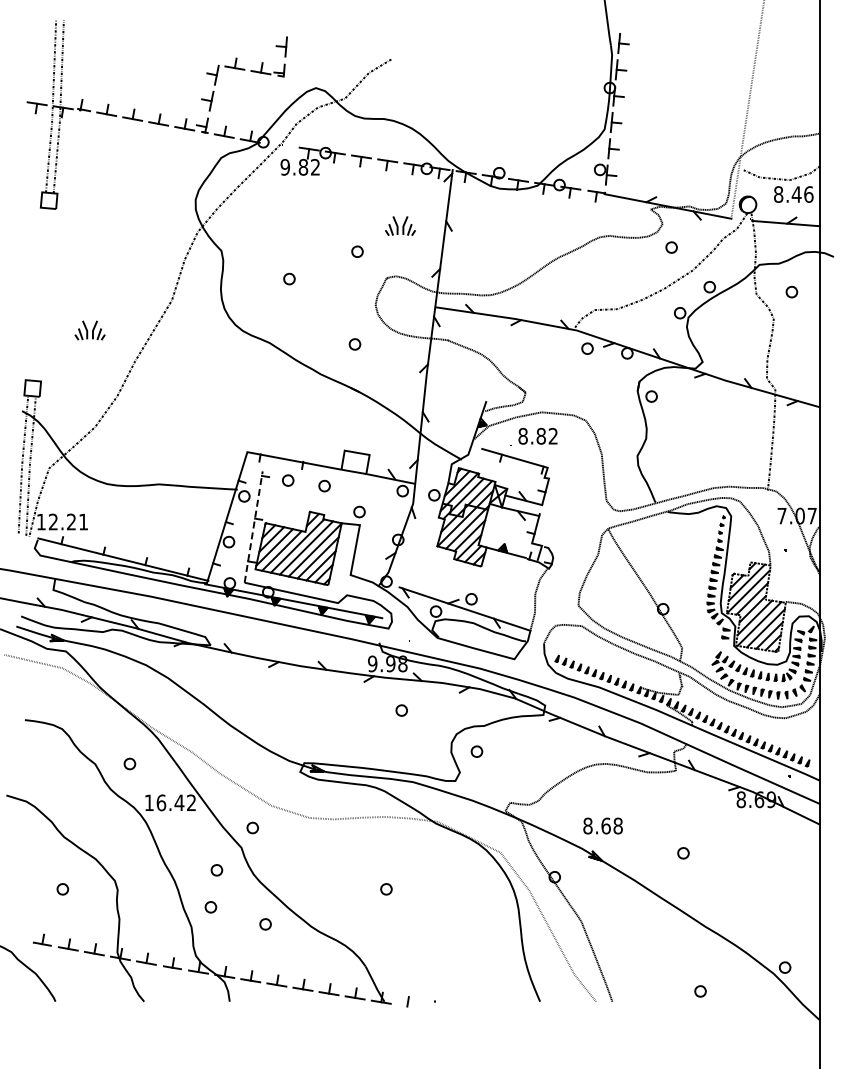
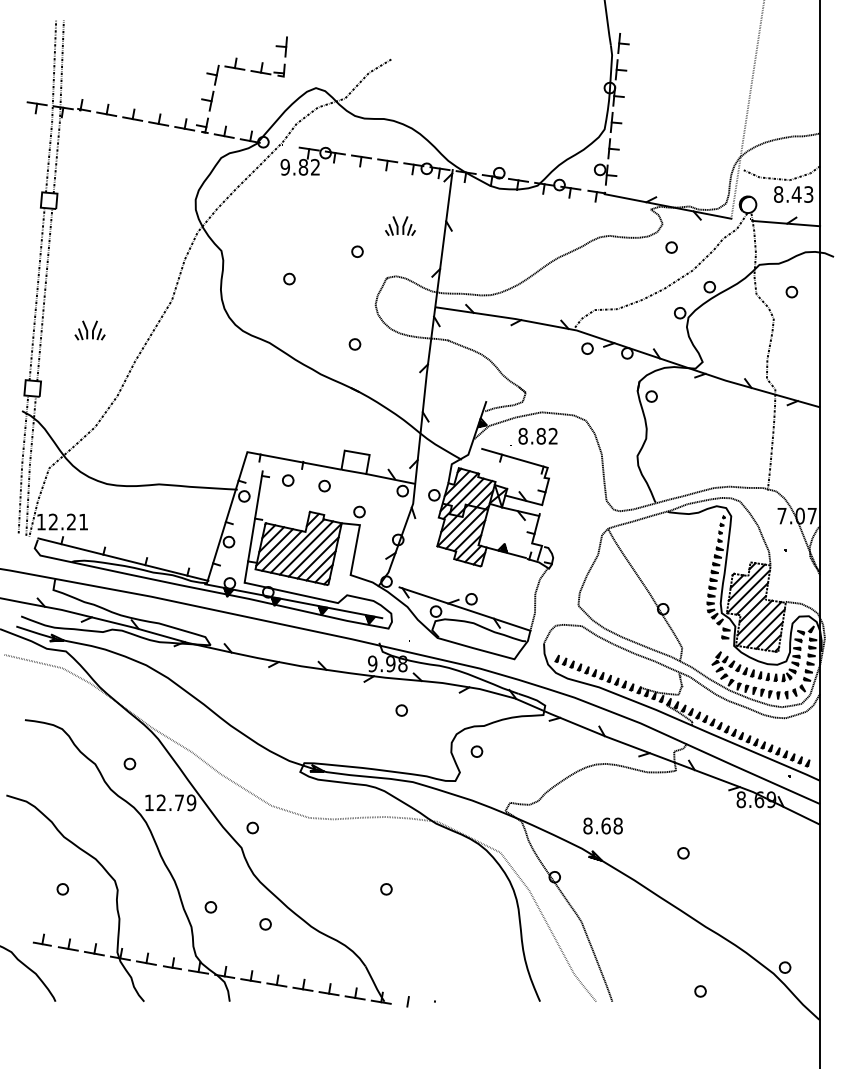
text at (808, 194): 8.46 -> 8.43
line at (36, 294): none -> present
line at (44, 294): none -> present
line at (253, 526): dashed -> solid
text at (176, 802): 16.42 -> 12.79
part at (216, 870): present -> none
